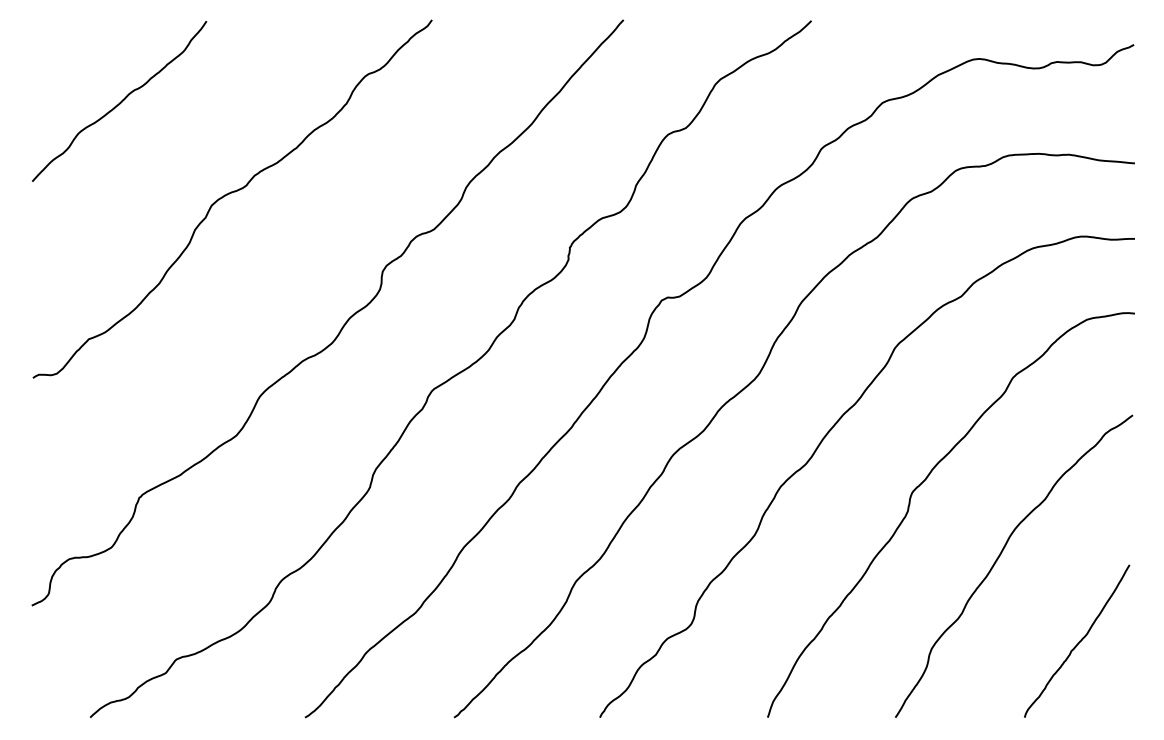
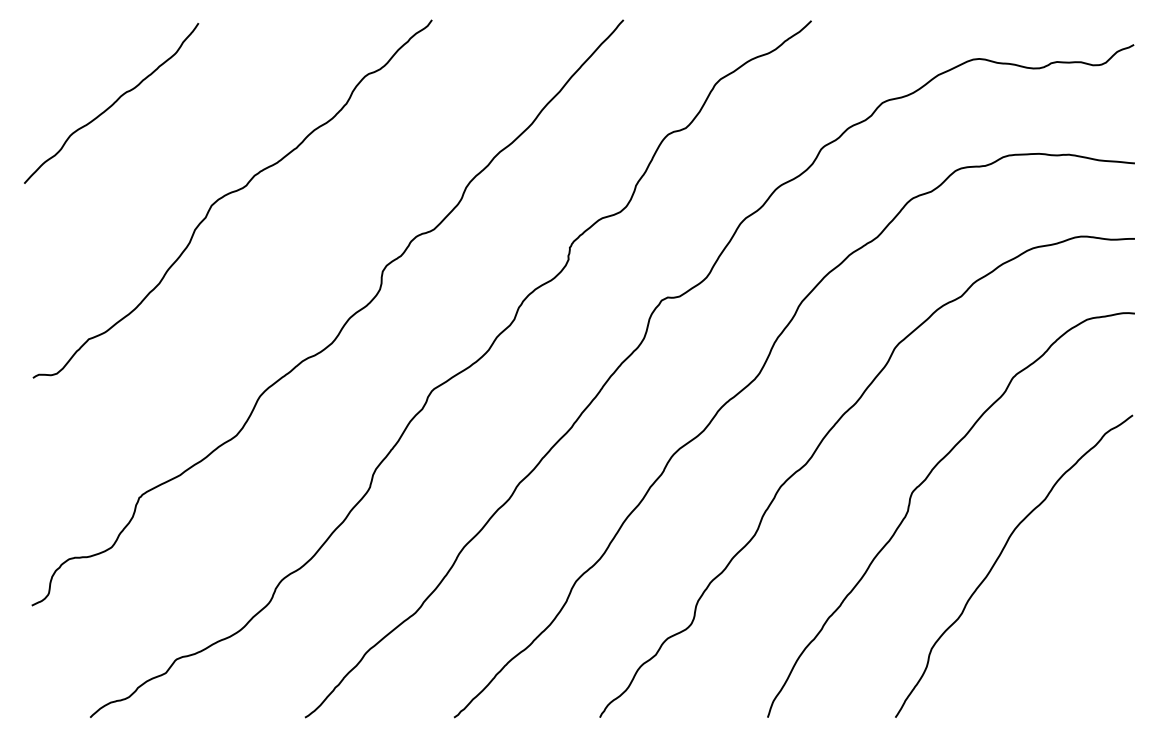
curve at (120, 101) position: (120, 101) -> (112, 103)
curve at (1078, 641): present -> none
